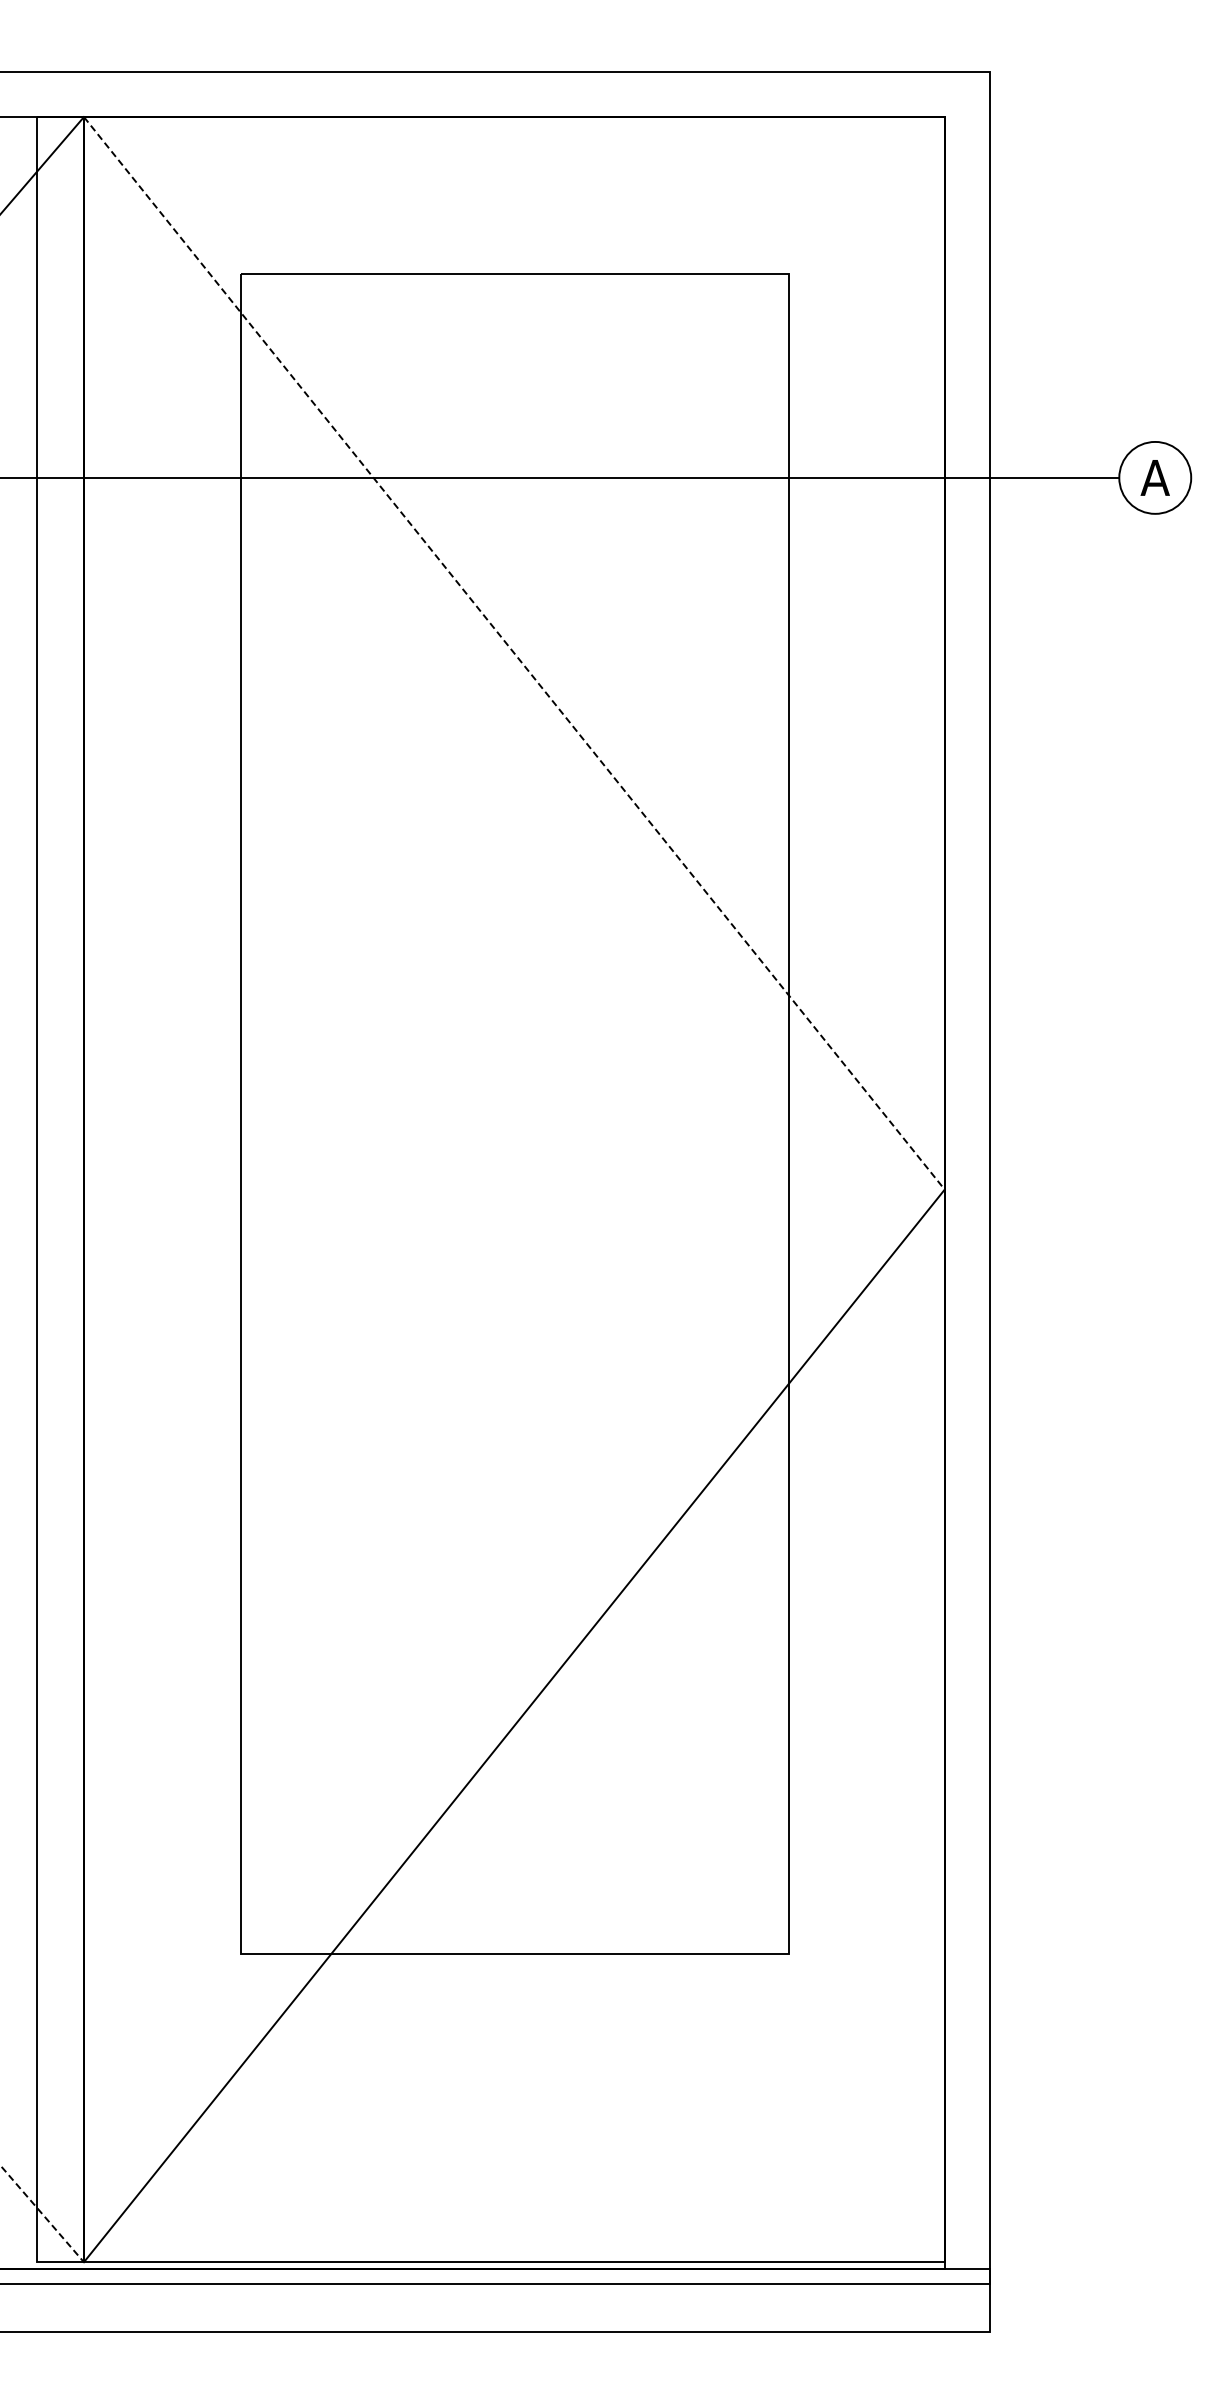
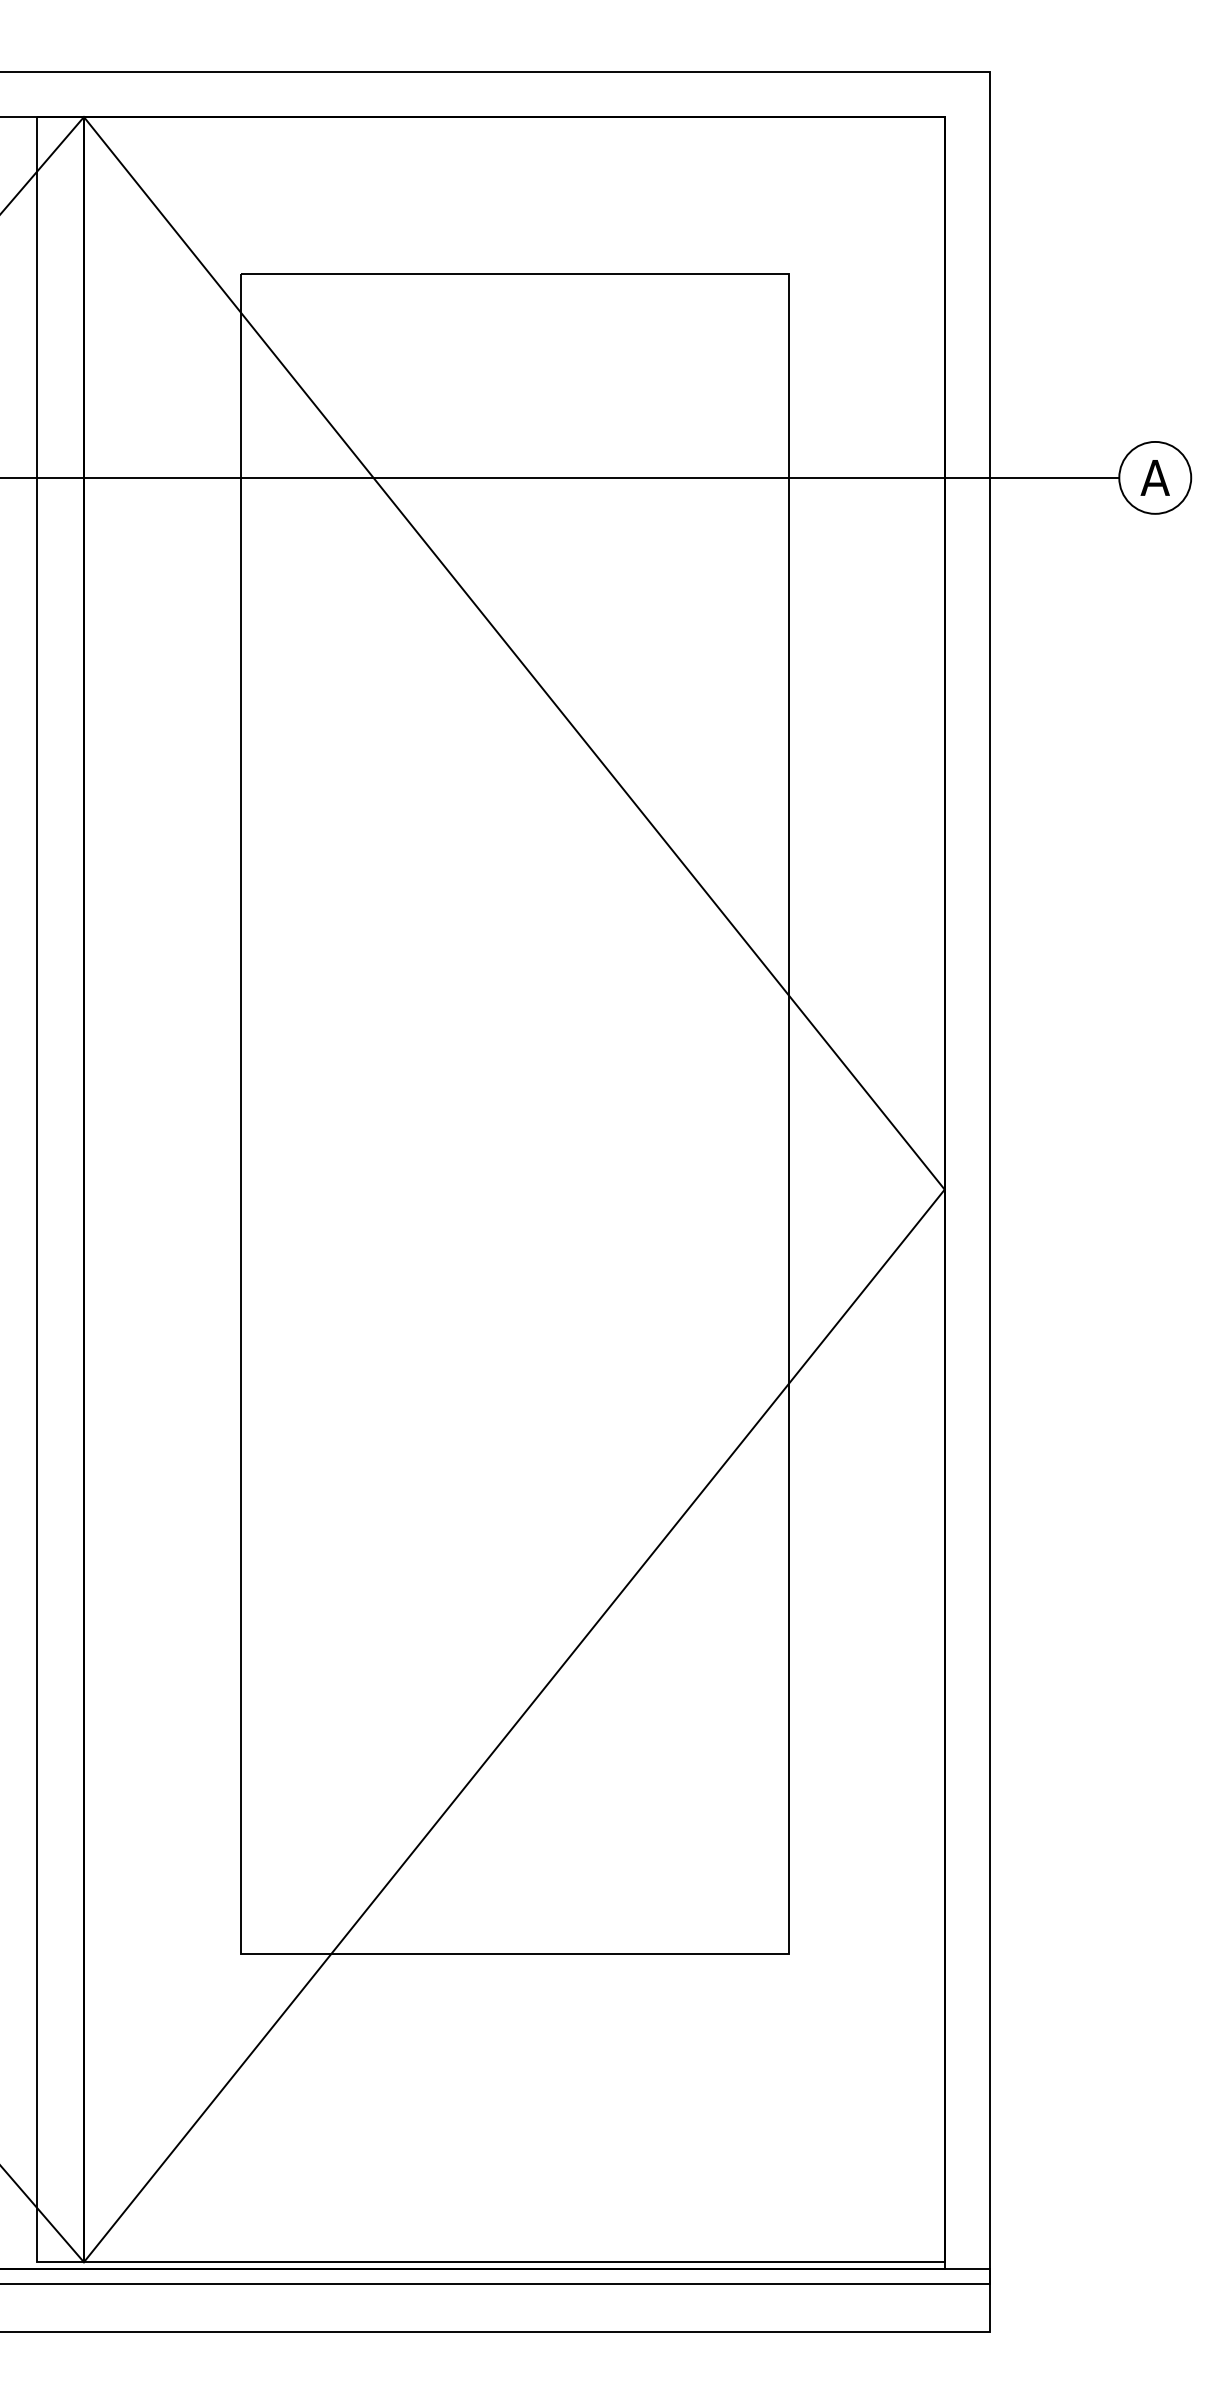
line at (514, 653): dashed -> solid
line at (42, 2213): dashed -> solid
